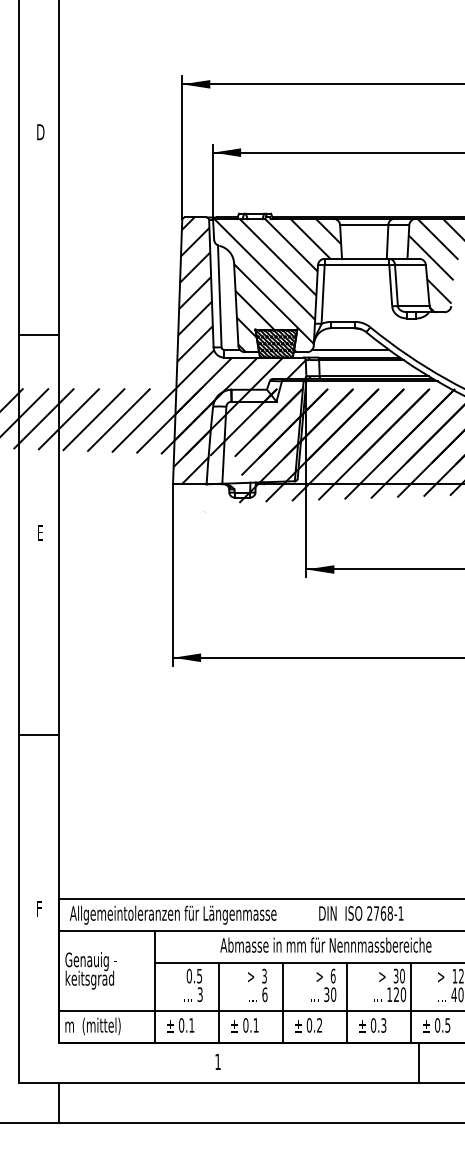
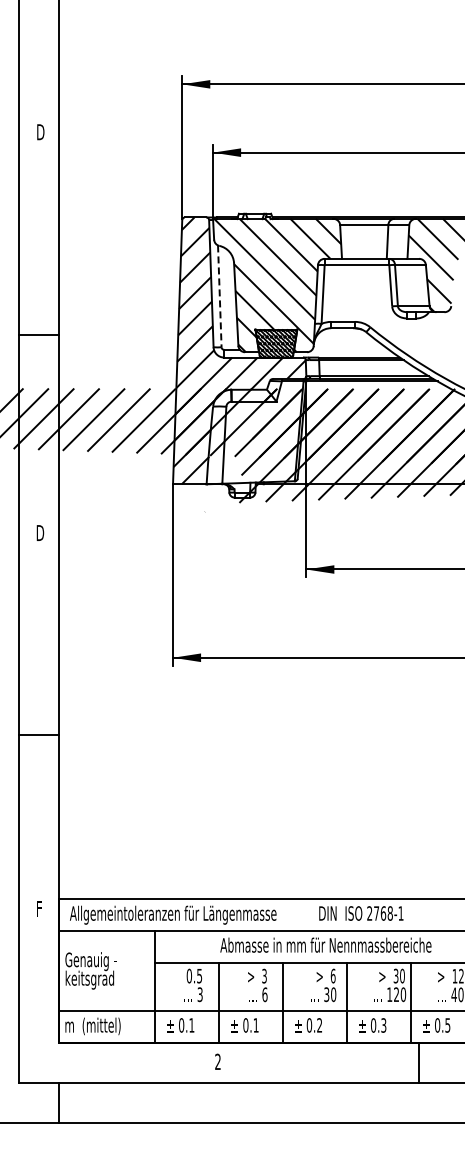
line at (219, 296): solid -> dashed
line at (350, 349): present -> none
text at (40, 532): E -> D
text at (217, 1061): 1 -> 2
